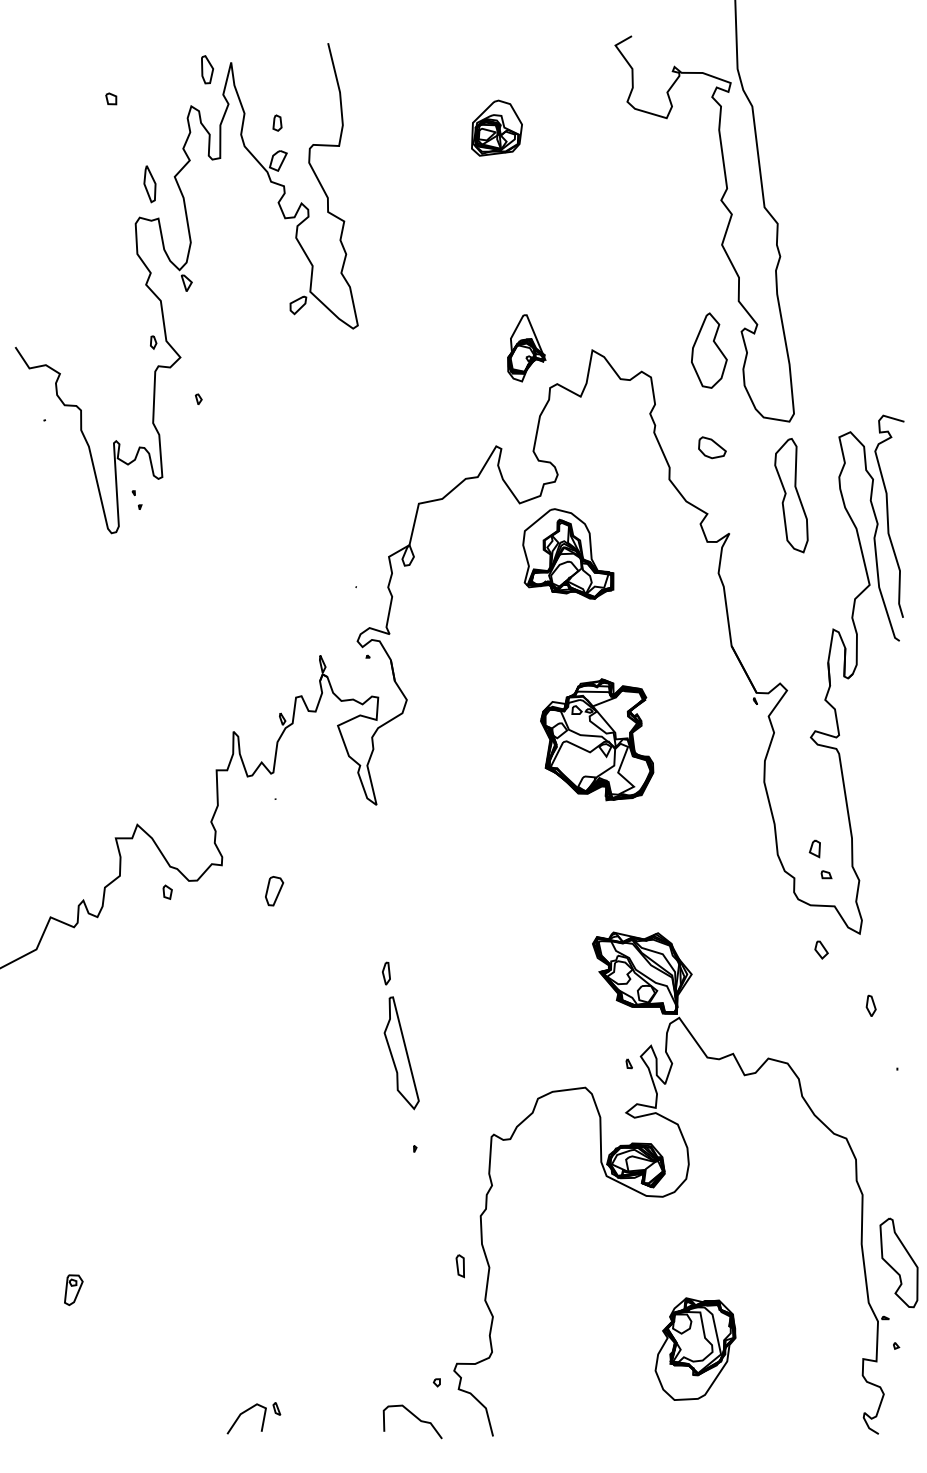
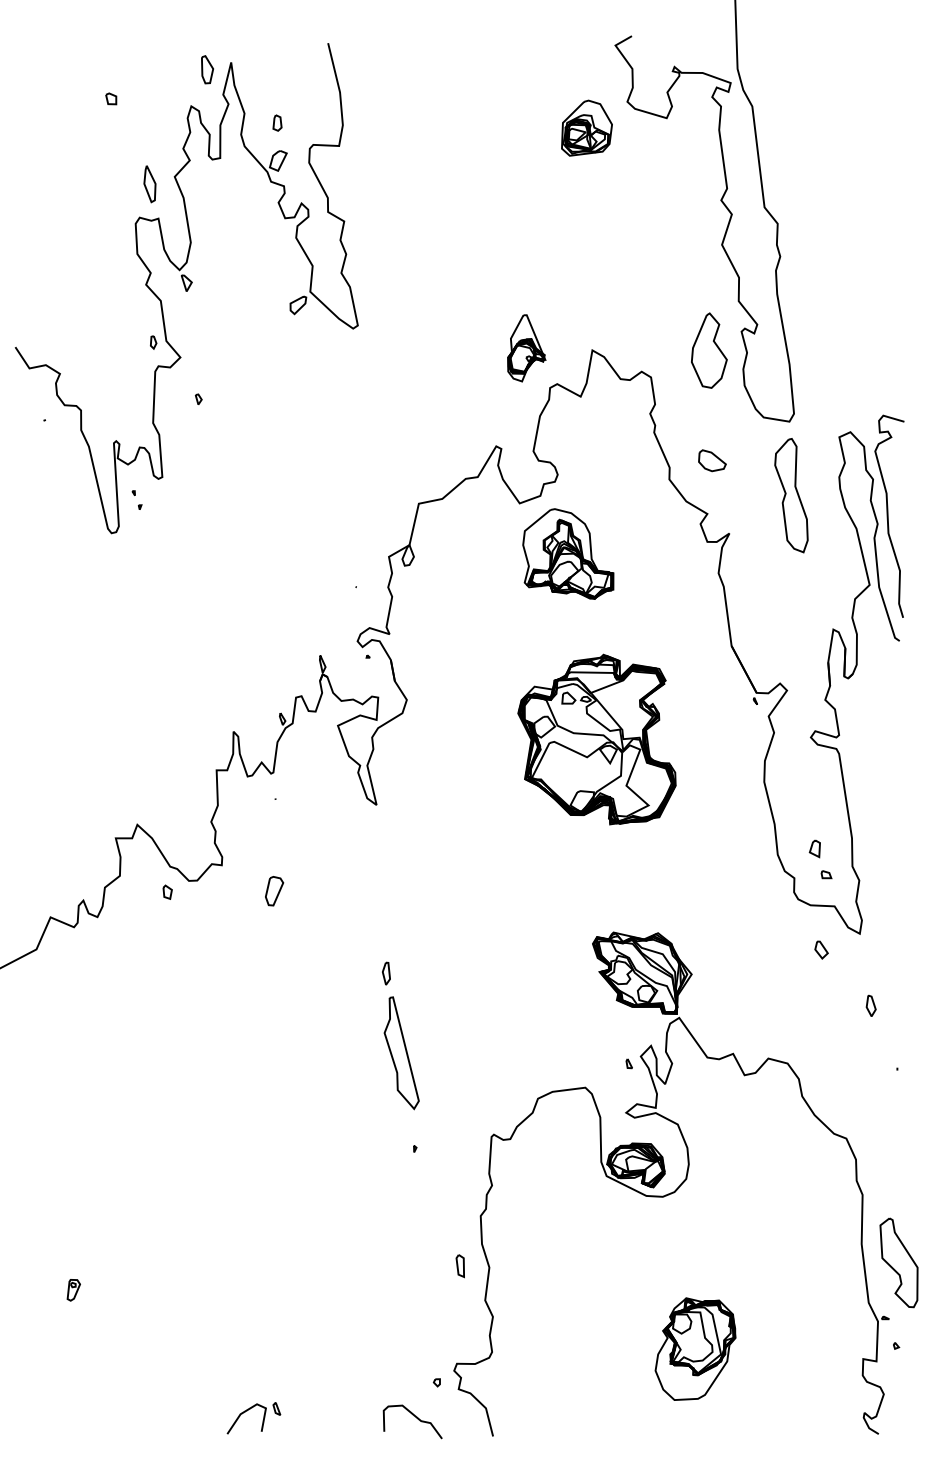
part at (496, 127) position: (496, 127) -> (586, 127)
part at (712, 447) position: (712, 447) -> (712, 460)
part at (597, 739) size: 115x124 px -> 160x173 px
part at (73, 1290) size: 20x33 px -> 15x23 px
